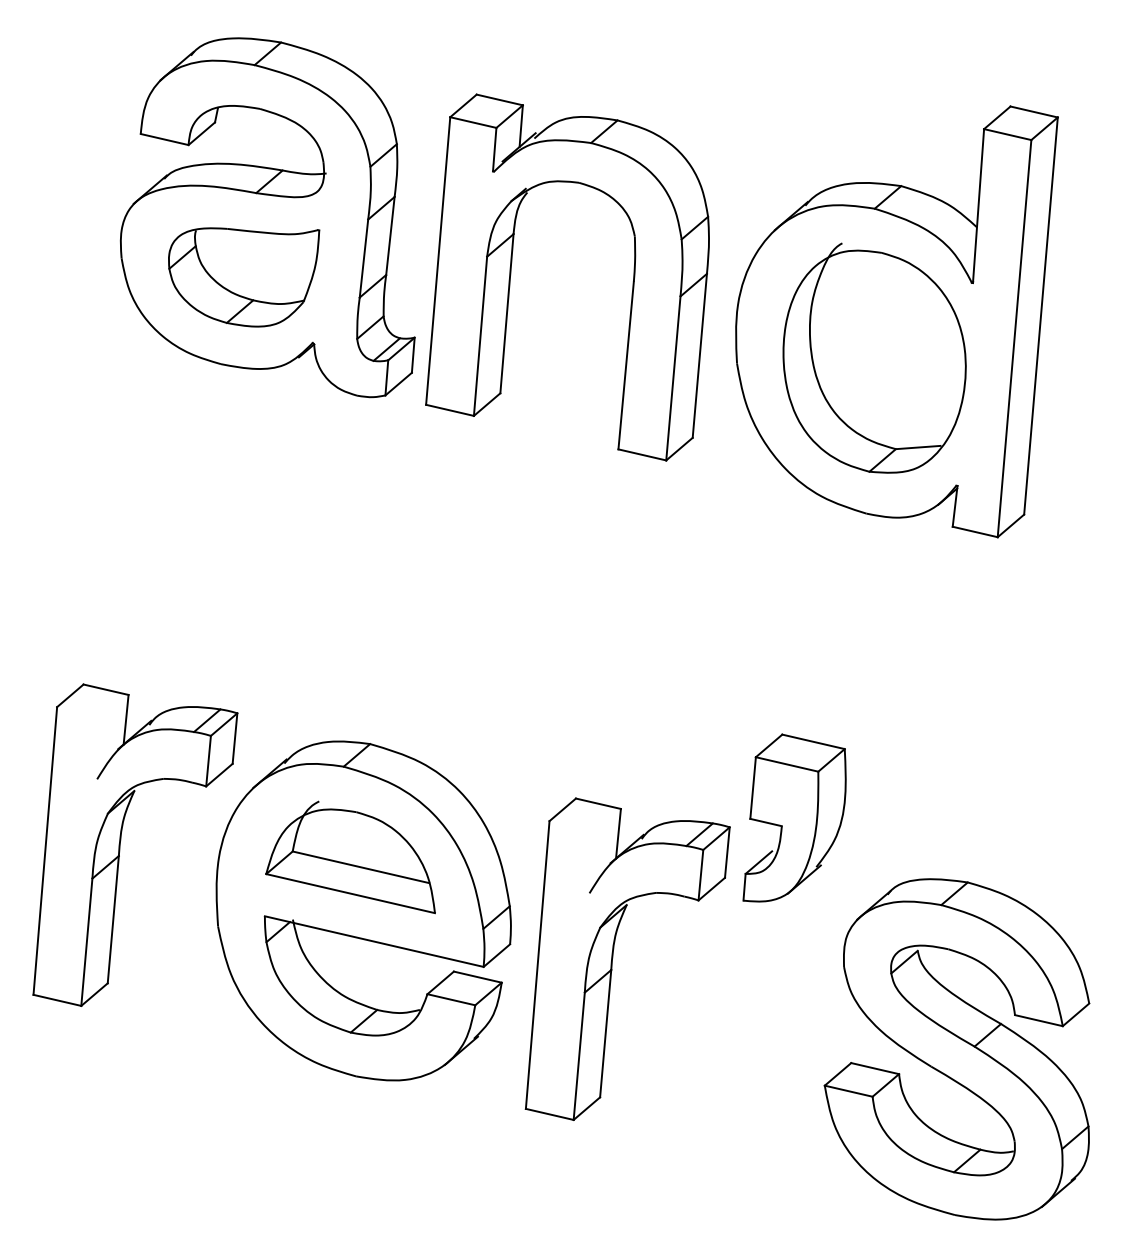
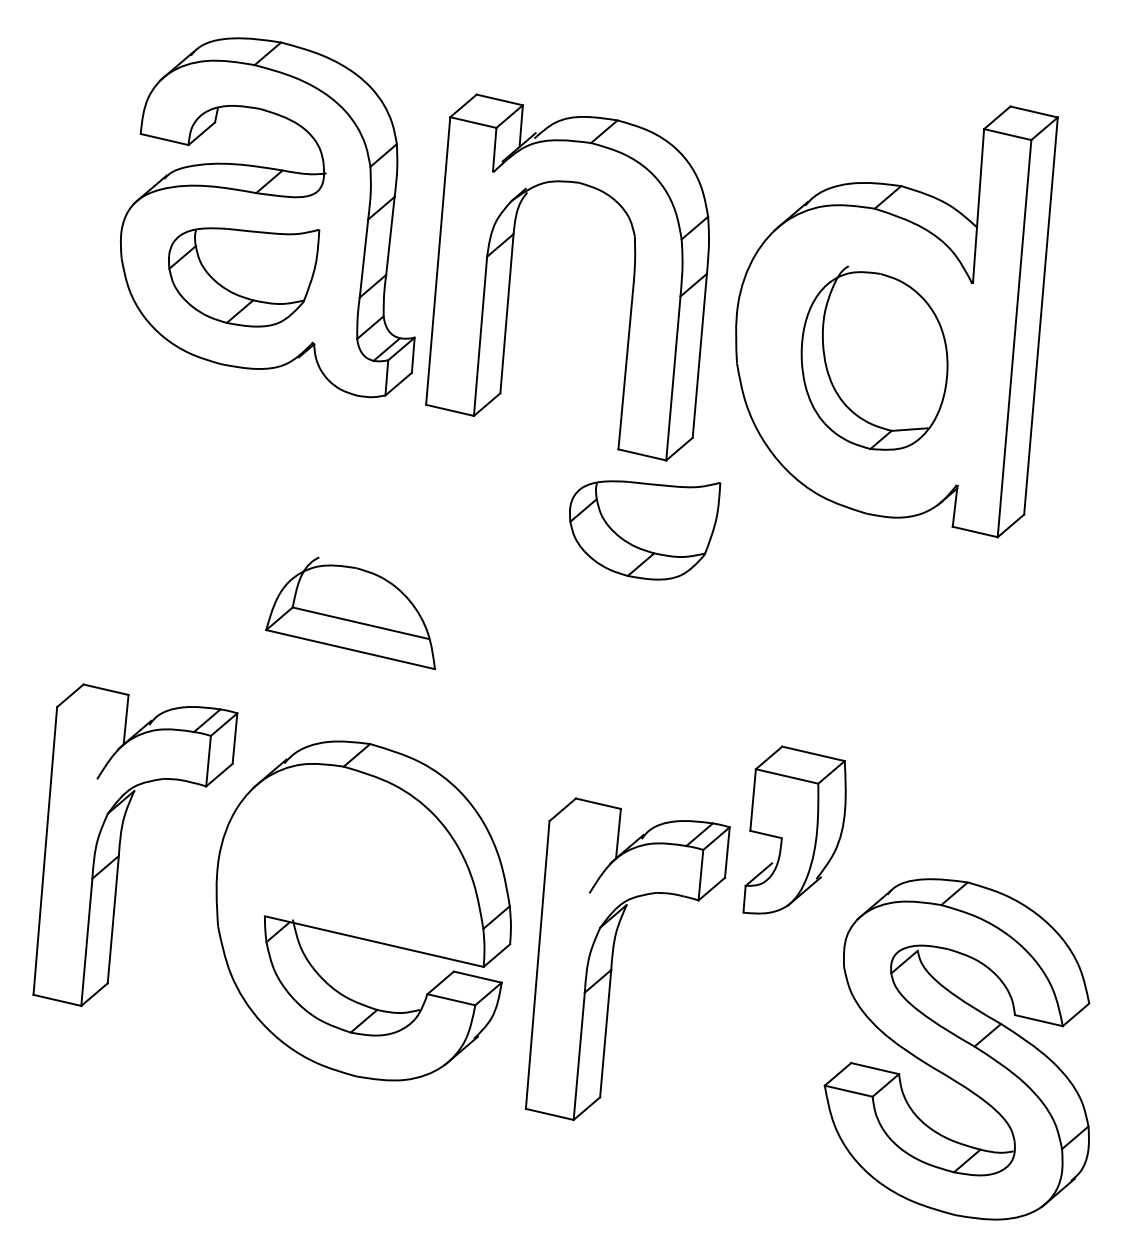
part at (874, 357) size: 185x232 px -> 149x186 px
part at (645, 530): none -> present
part at (794, 817) position: (794, 817) -> (794, 829)
part at (350, 857) position: (350, 857) -> (350, 613)
